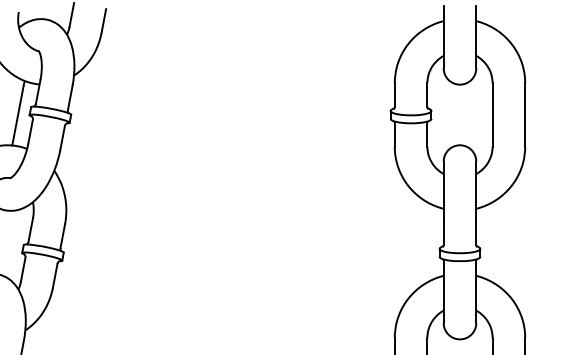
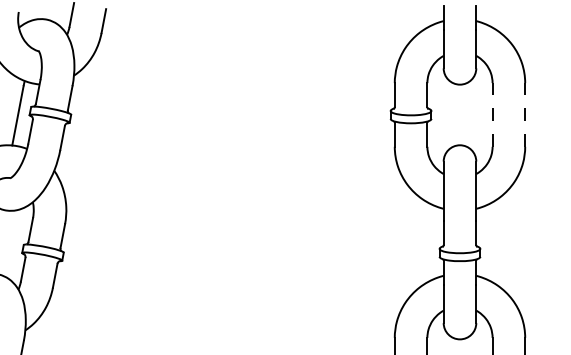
line at (492, 114): solid -> dashed
line at (525, 114): solid -> dashed
